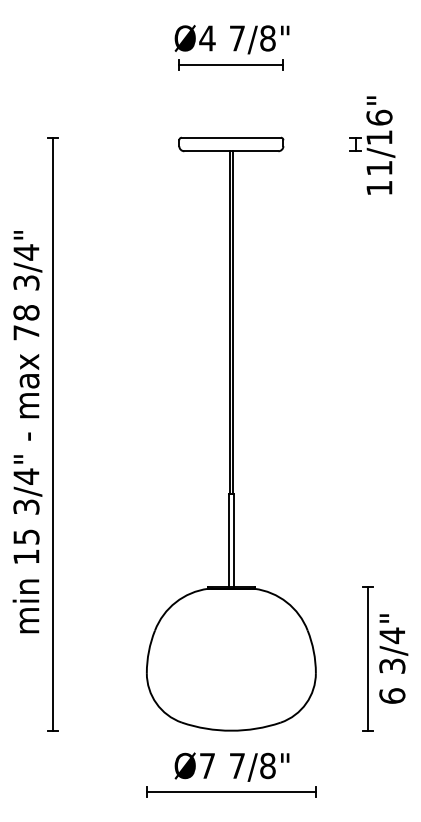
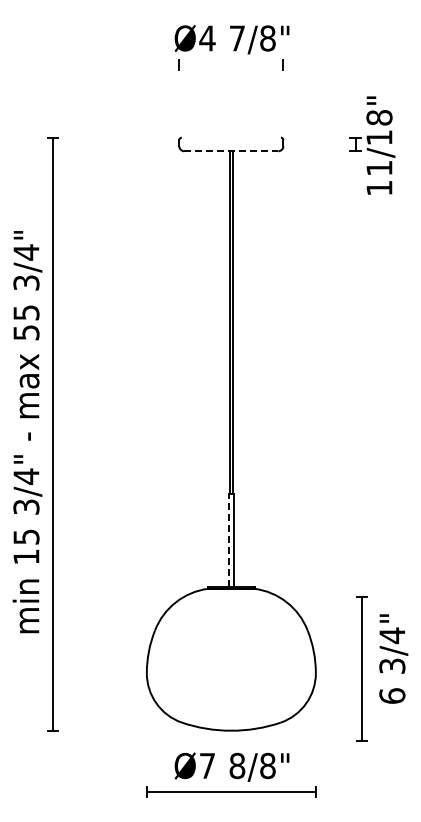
line at (231, 64): present -> none
text at (379, 117): 11/16" -> 11/18"
line at (230, 137): present -> none
line at (231, 151): solid -> dashed
text at (26, 322): 78 -> 55
line at (228, 540): solid -> dashed
part at (367, 658) position: (367, 658) -> (361, 668)
text at (237, 765): 7/8" -> 8/8"
